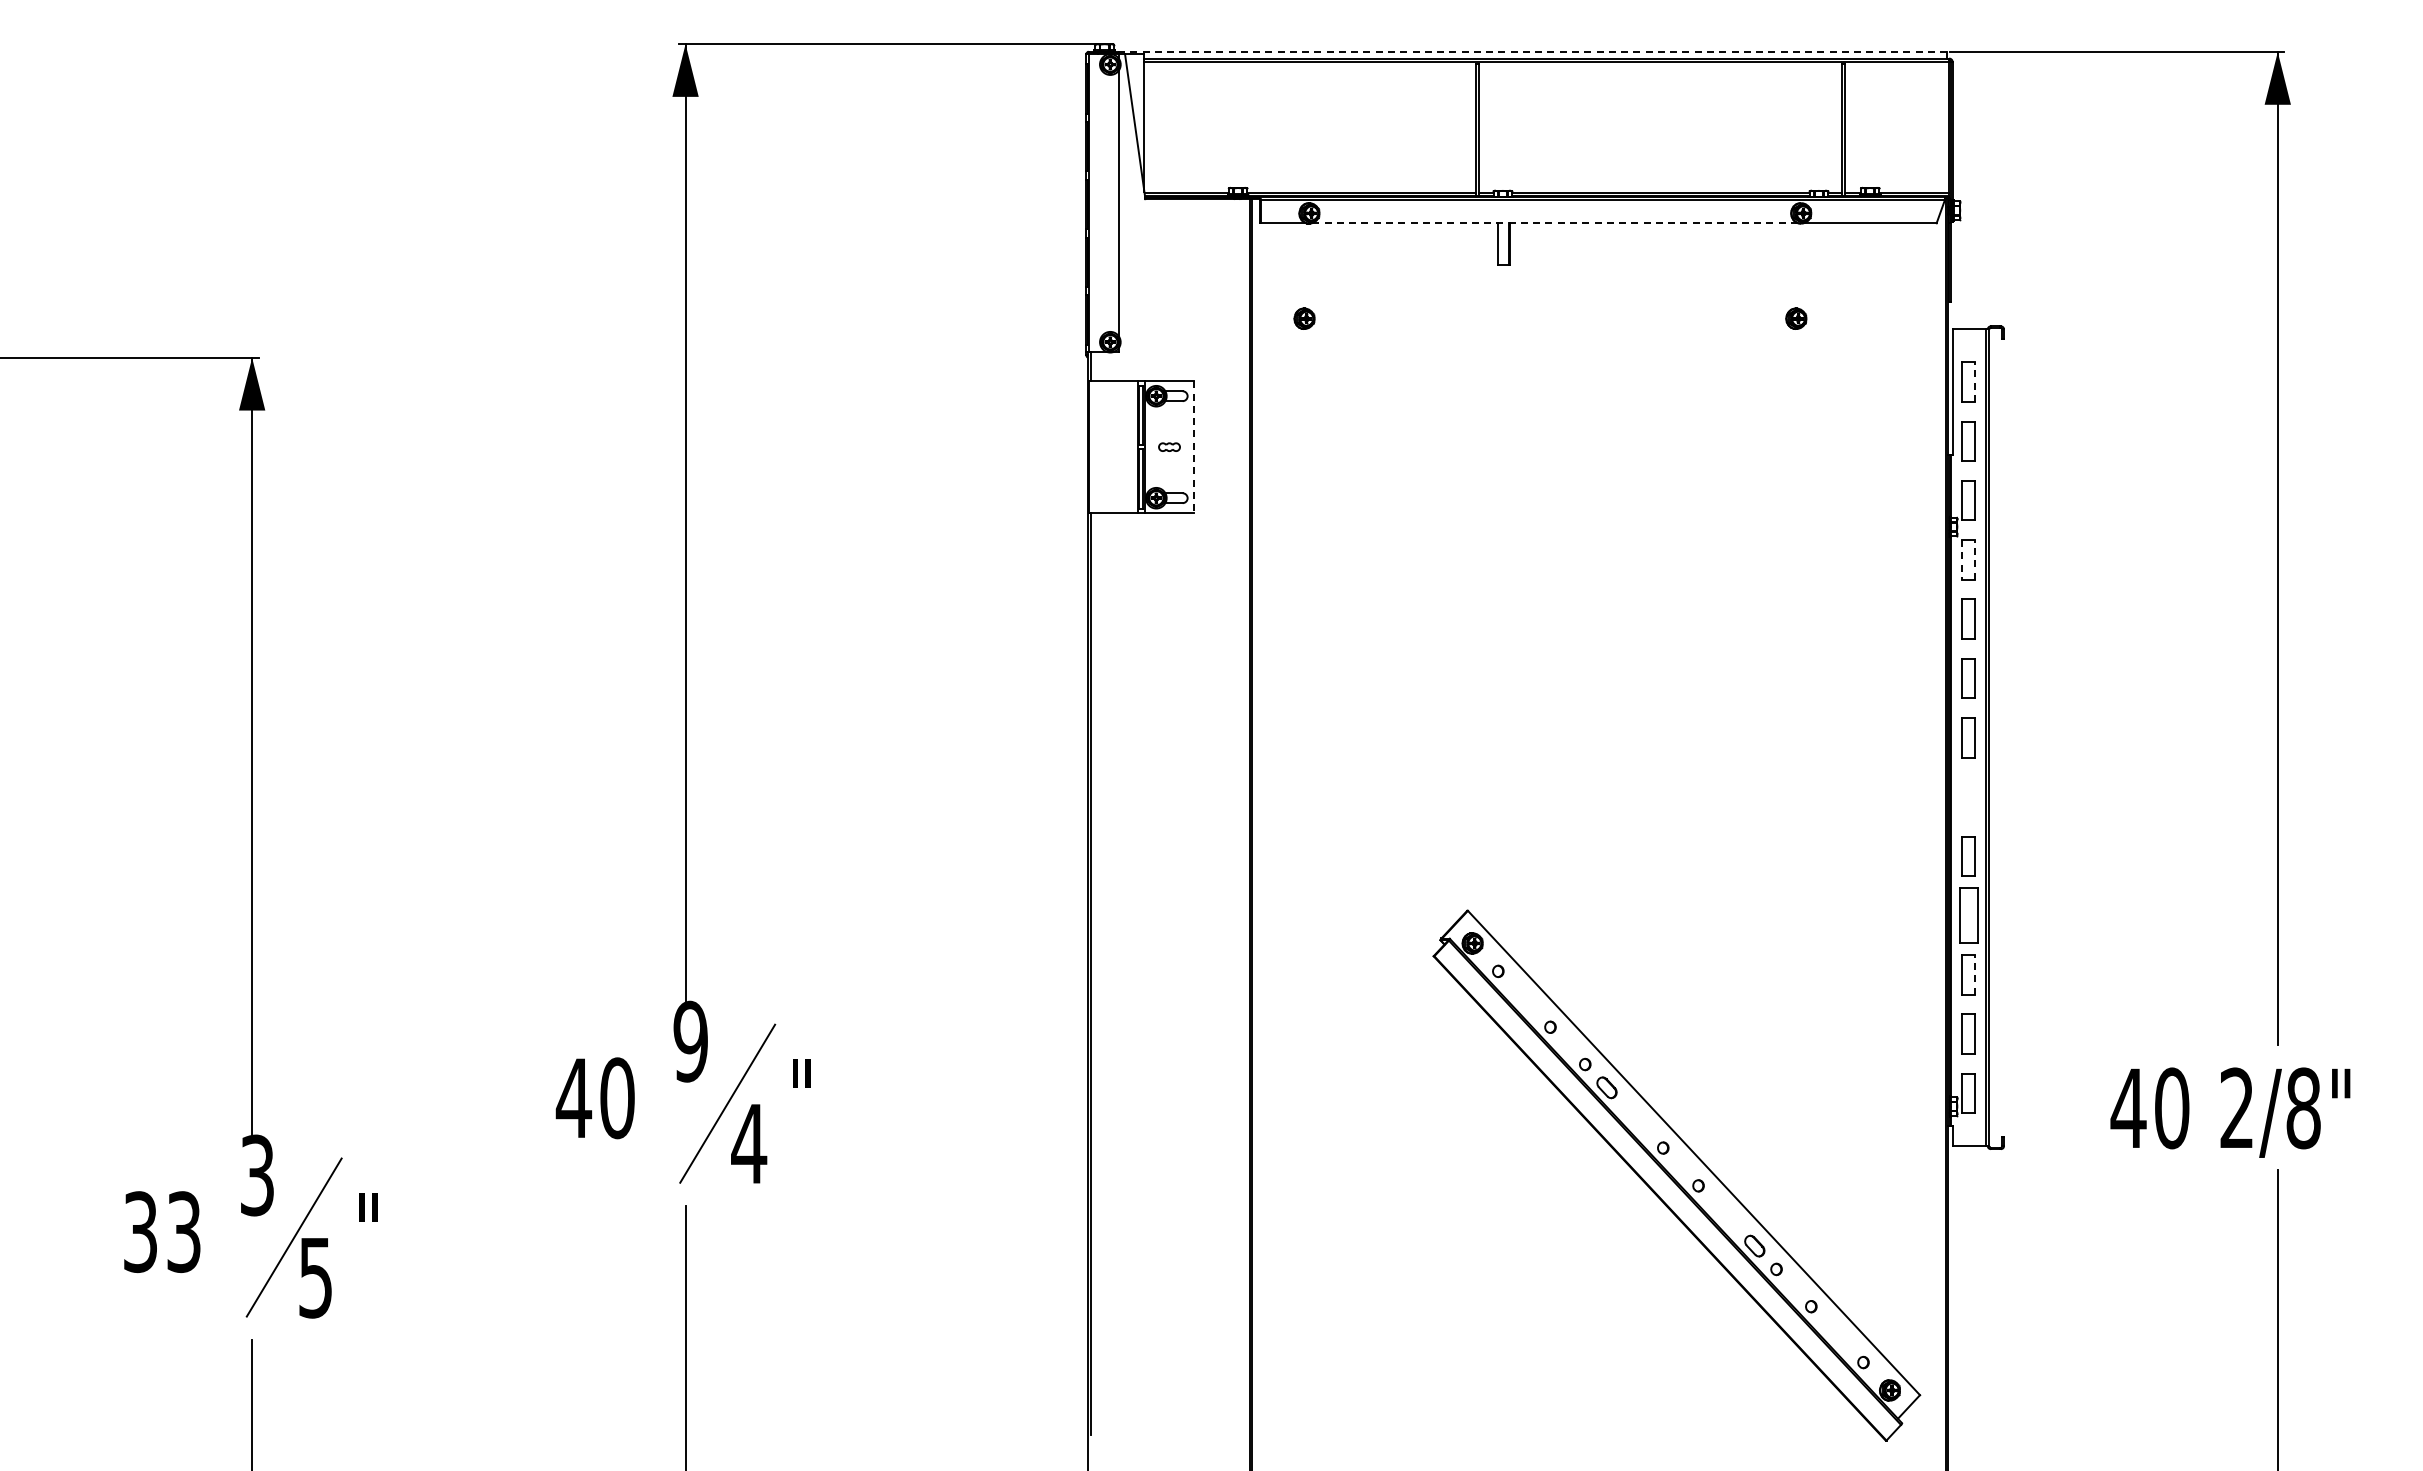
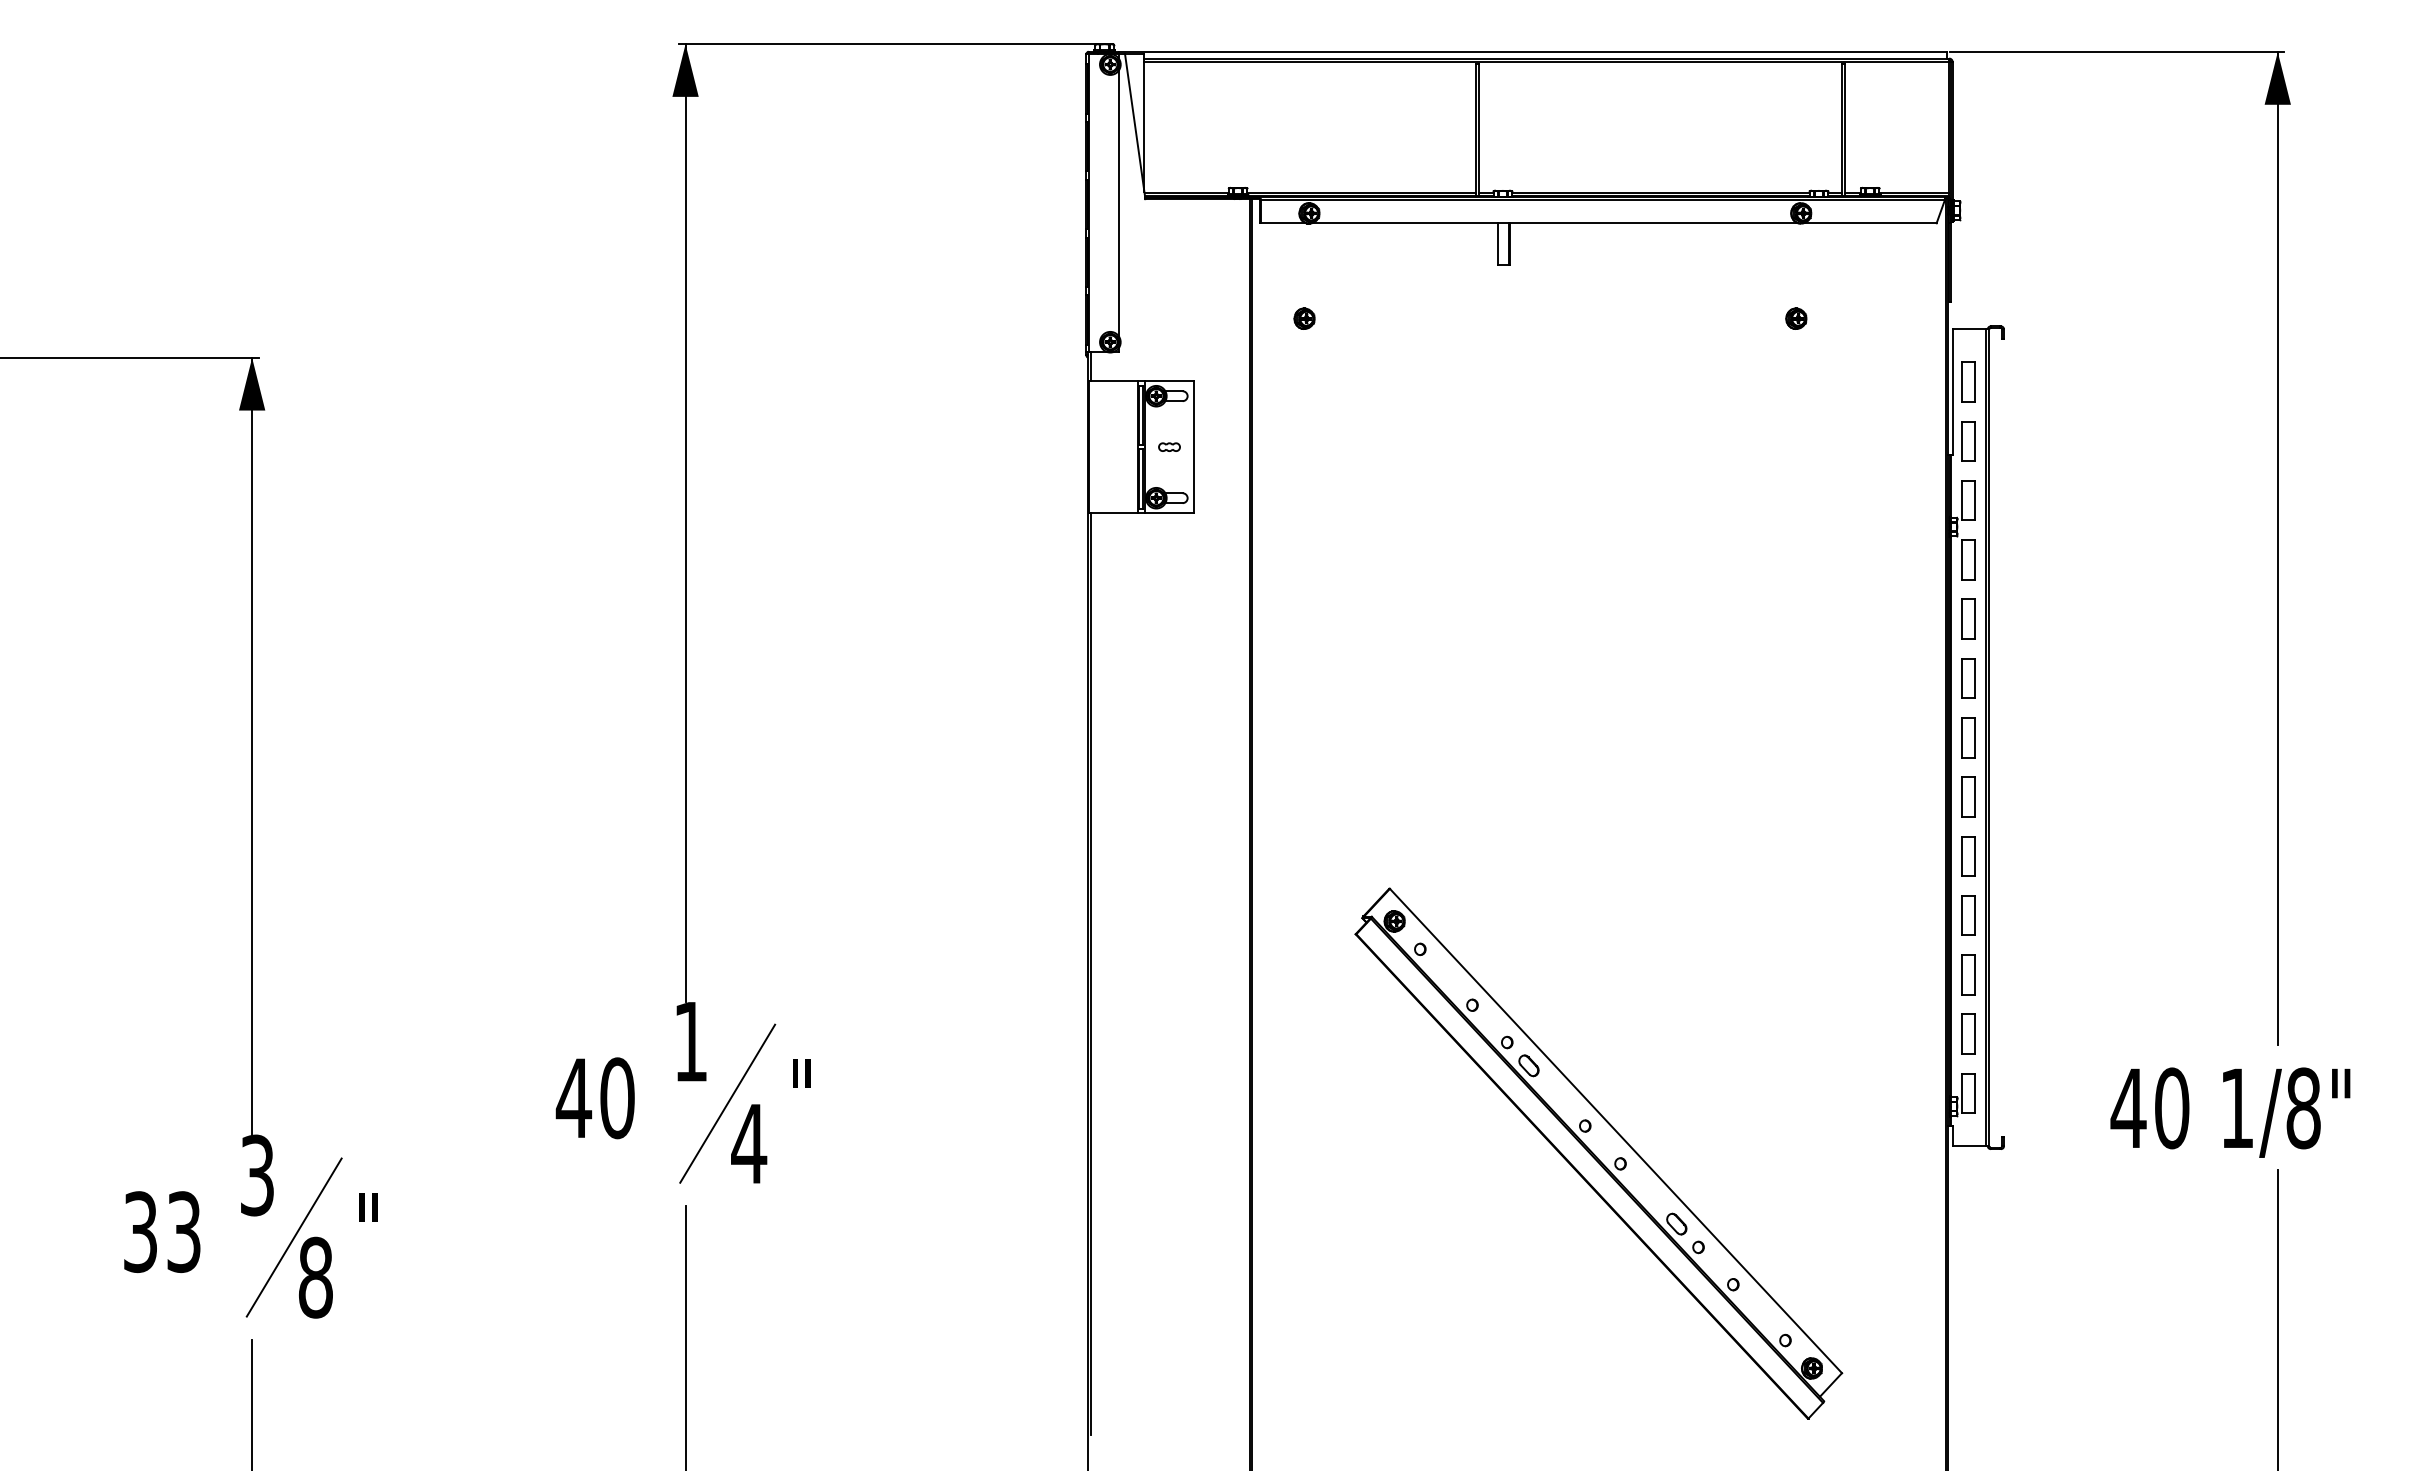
line at (1533, 52): dashed -> solid
line at (1555, 223): dashed -> solid
line at (1975, 382): dashed -> solid
line at (1194, 447): dashed -> solid
line at (1962, 559): dashed -> solid
line at (1975, 559): dashed -> solid
part at (1968, 796): none -> present
part at (1968, 915) size: 20x57 px -> 15x41 px
line at (1975, 974): dashed -> solid
text at (690, 1041): 9 -> 1
text at (2236, 1107): 2/8" -> 1/8"
part at (1676, 1175) position: (1676, 1175) -> (1598, 1153)
text at (315, 1277): 5 -> 8
